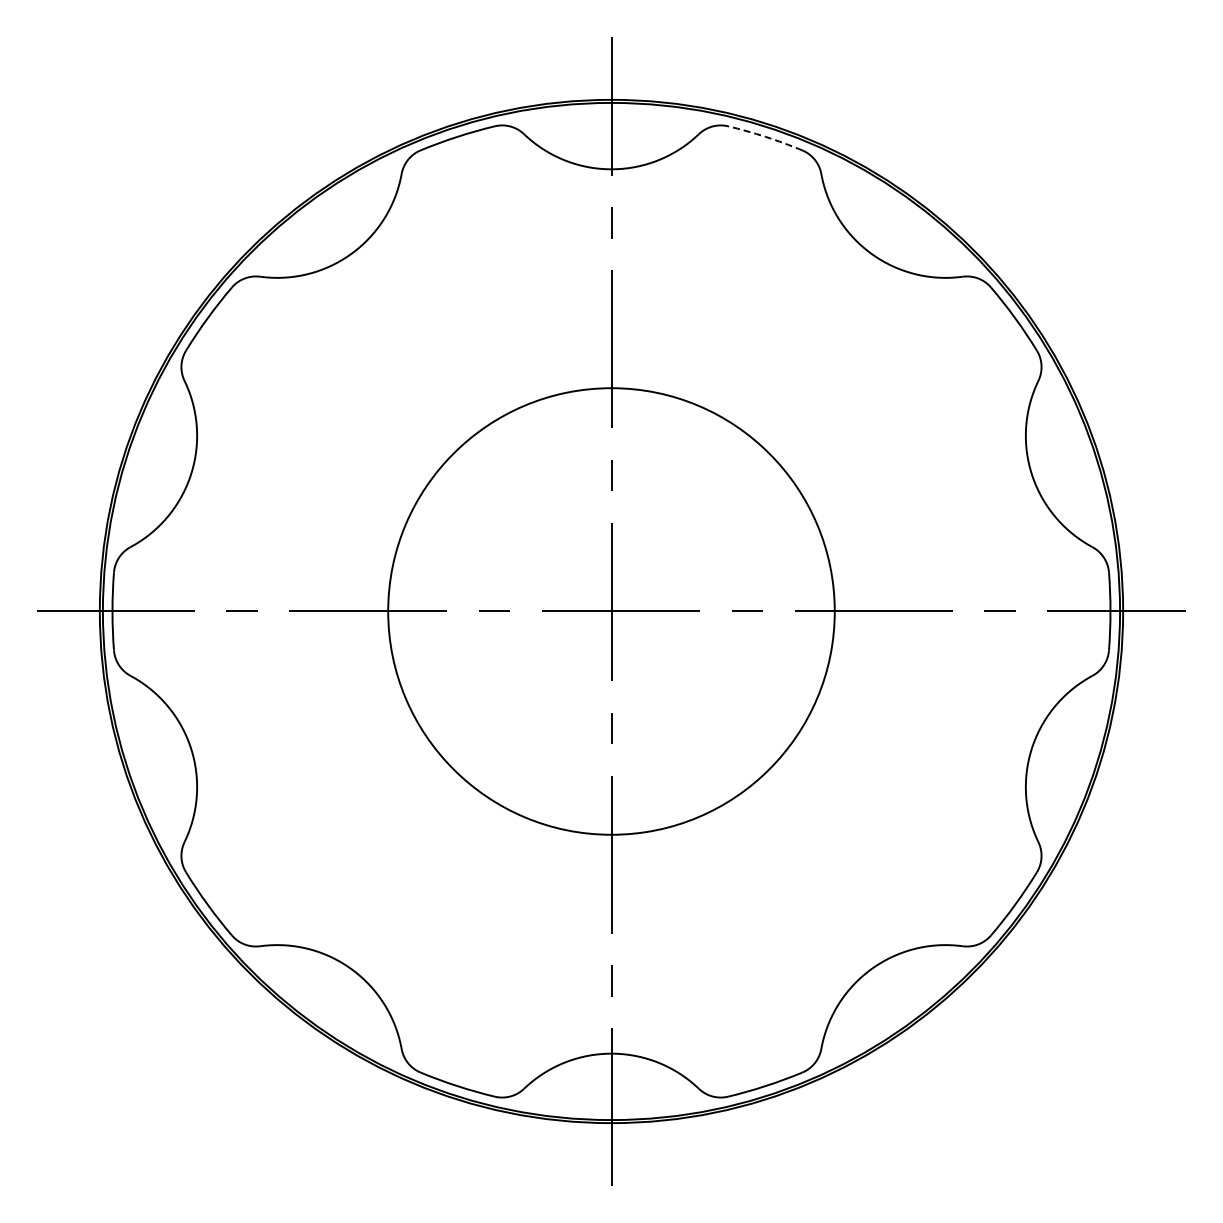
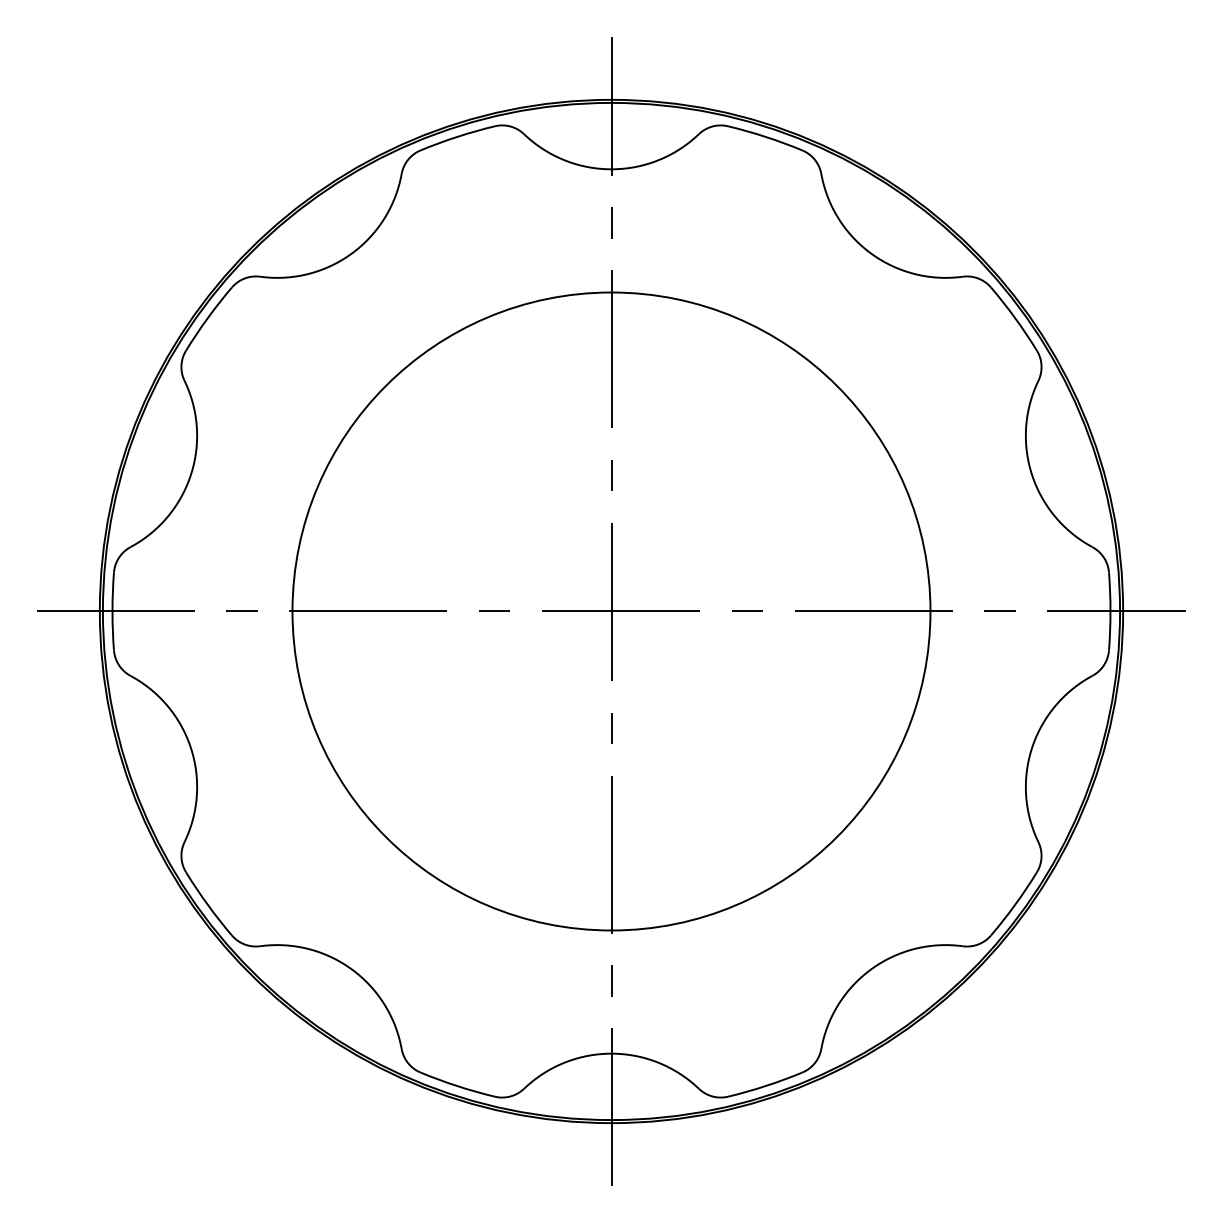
arc at (765, 136): dashed -> solid
circle at (611, 611) diameter: 447 px -> 638 px
